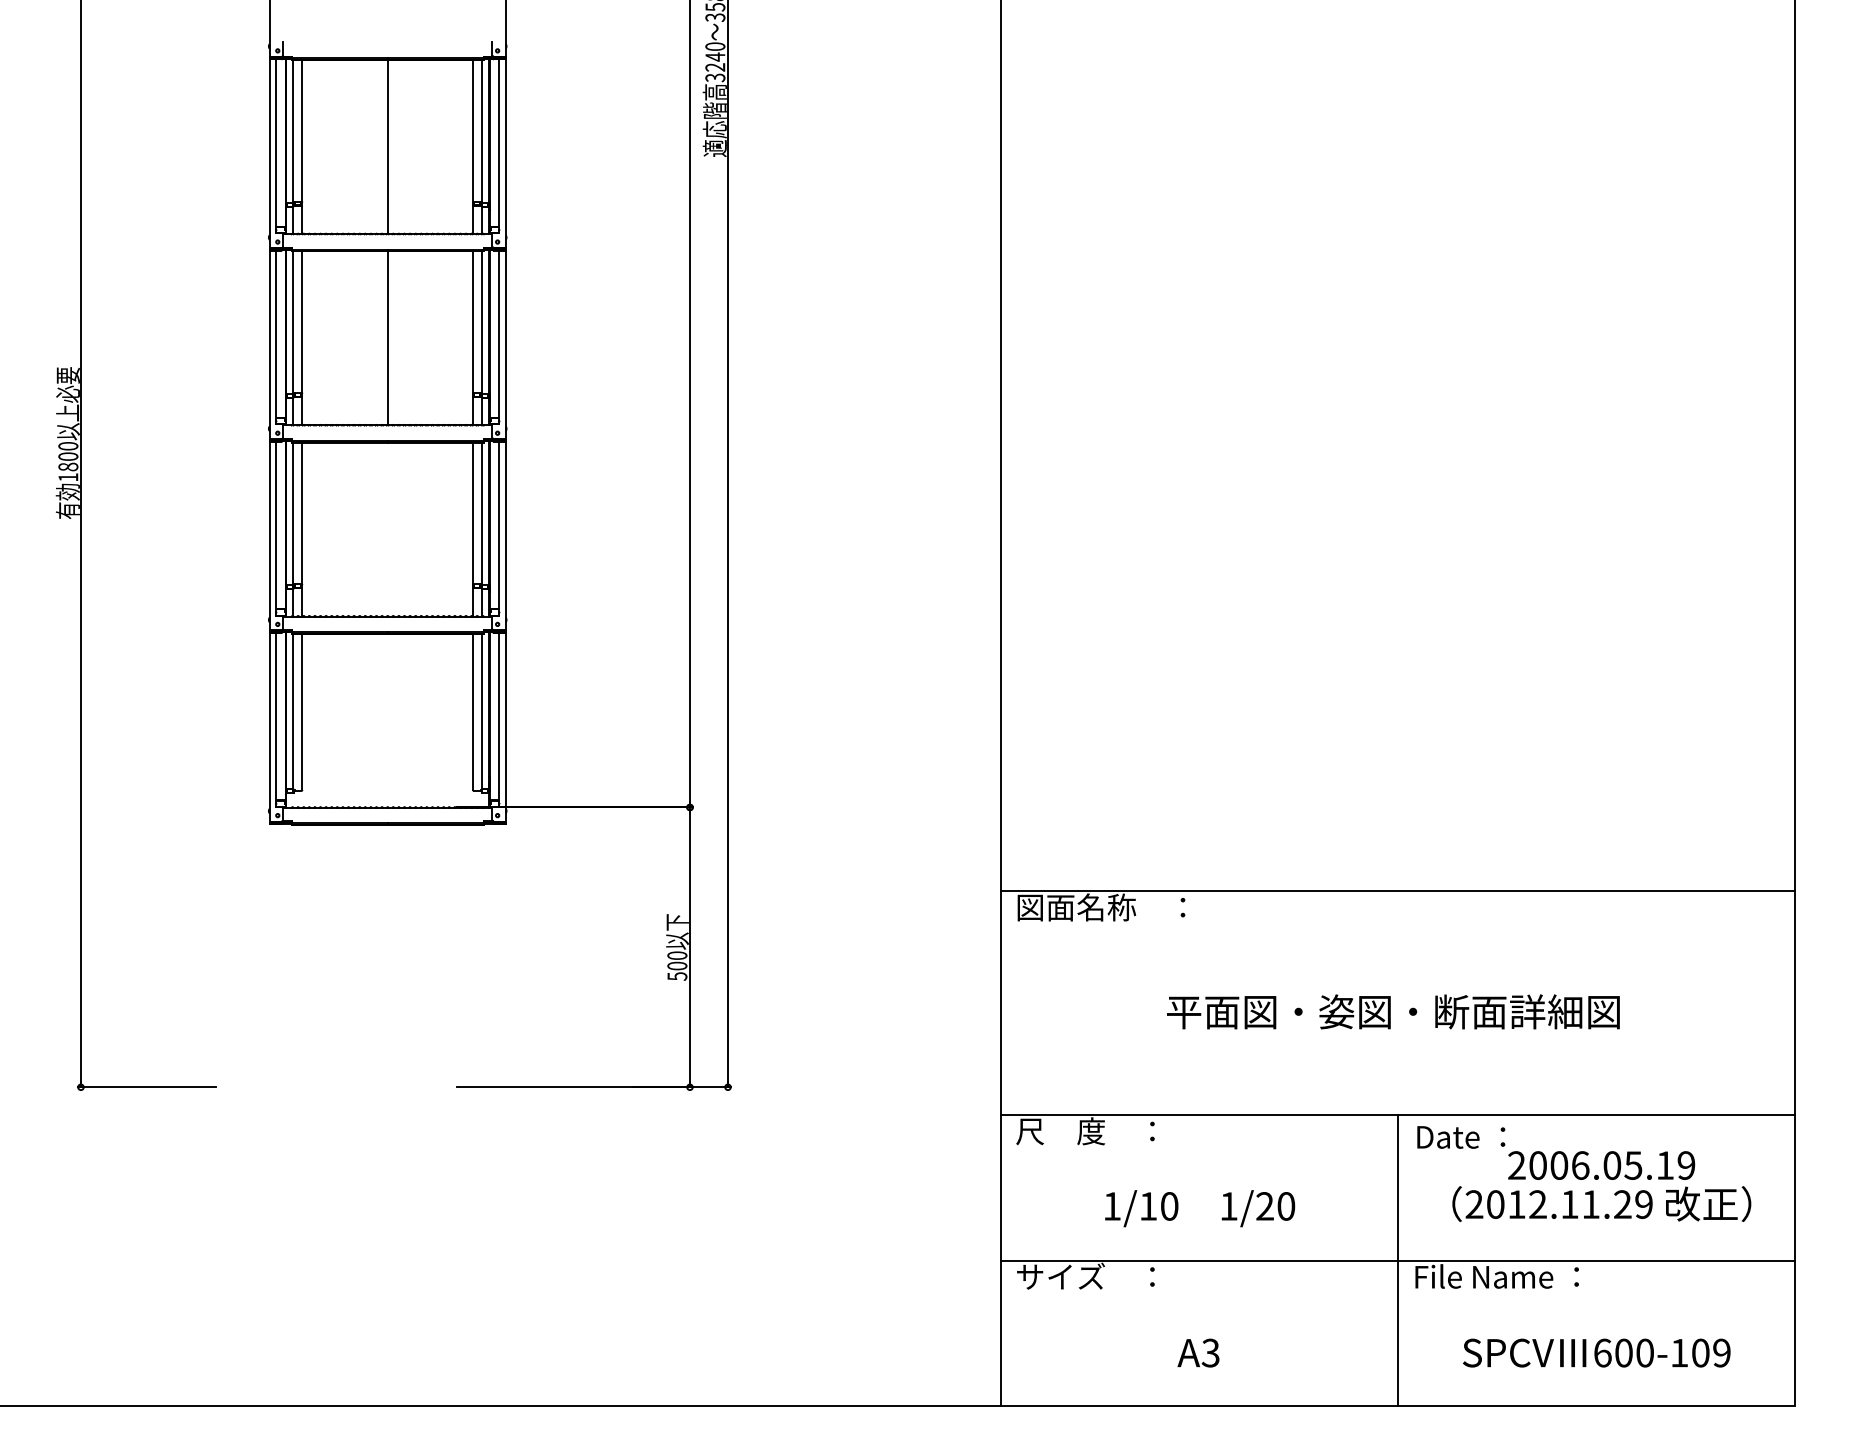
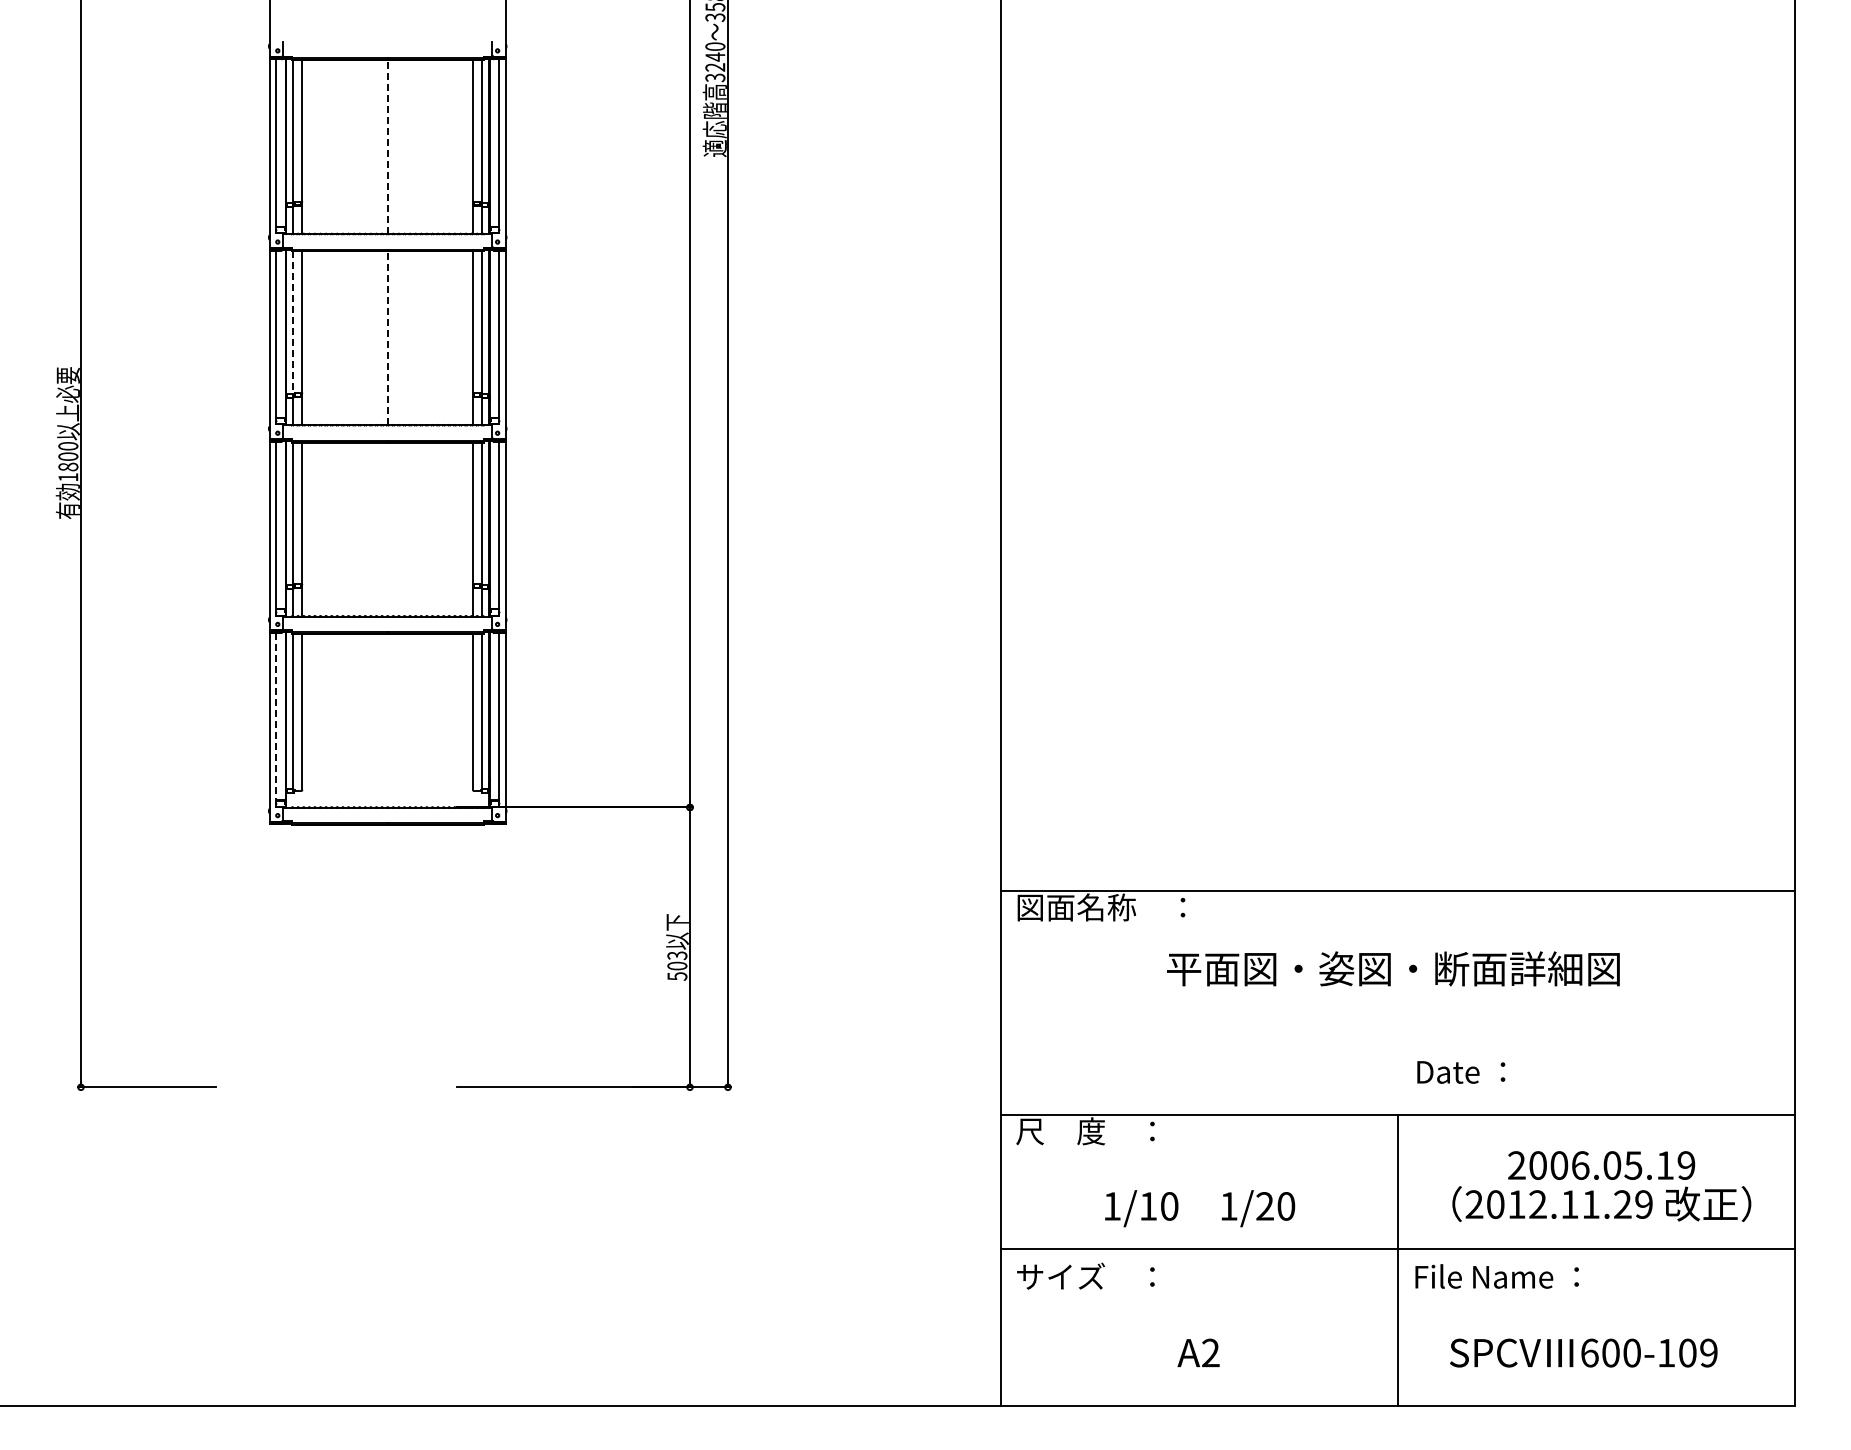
line at (387, 147): solid -> dashed
line at (293, 323): solid -> dashed
line at (387, 338): solid -> dashed
line at (276, 716): solid -> dashed
text at (677, 955): 500 -> 503
text at (1393, 1011) position: (1393, 1011) -> (1393, 968)
text at (1461, 1137) position: (1461, 1137) -> (1461, 1072)
line at (1397, 1260) position: (1397, 1260) -> (1397, 1248)
text at (1596, 1352) position: (1596, 1352) -> (1583, 1352)
text at (1210, 1353): A3 -> A2
